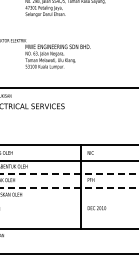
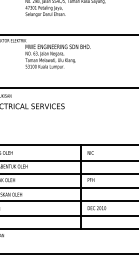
line at (68, 35): none -> present
line at (69, 174): dashed -> solid
line at (69, 188): dashed -> solid
line at (68, 201): none -> present
line at (68, 216): none -> present
